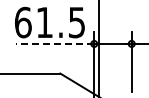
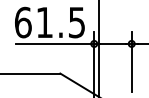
line at (54, 43): dashed -> solid
